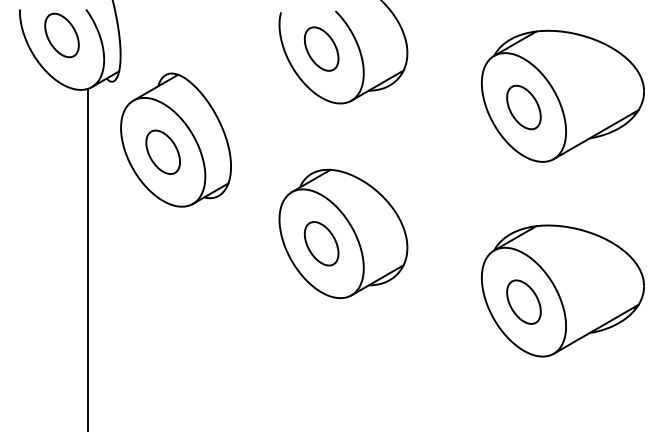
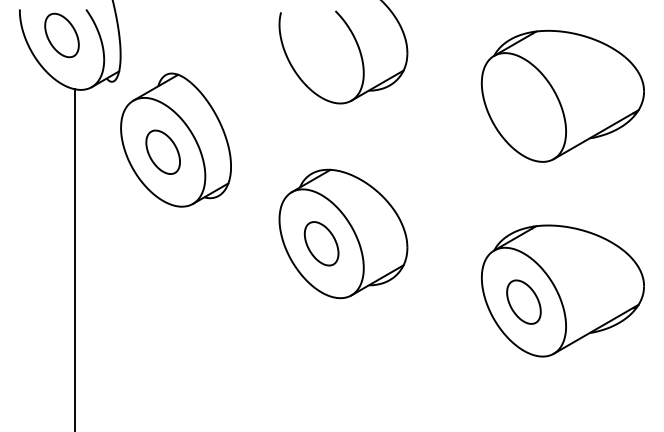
part at (321, 48): present -> none
part at (523, 107): present -> none
line at (88, 258) position: (88, 258) -> (75, 258)
